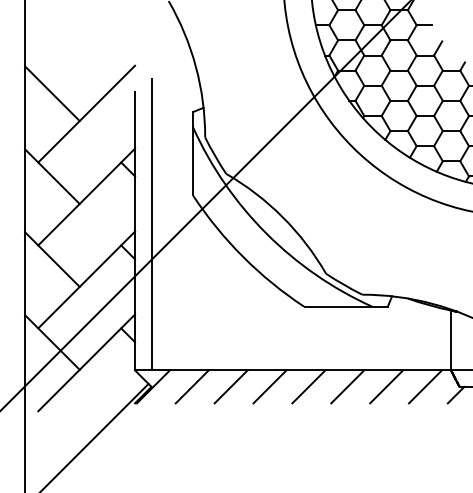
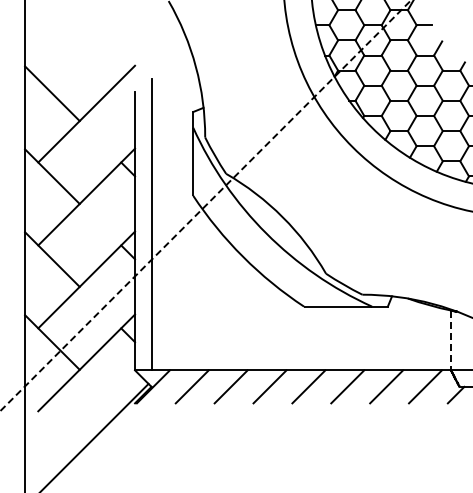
line at (205, 205): solid -> dashed
line at (451, 340): solid -> dashed
